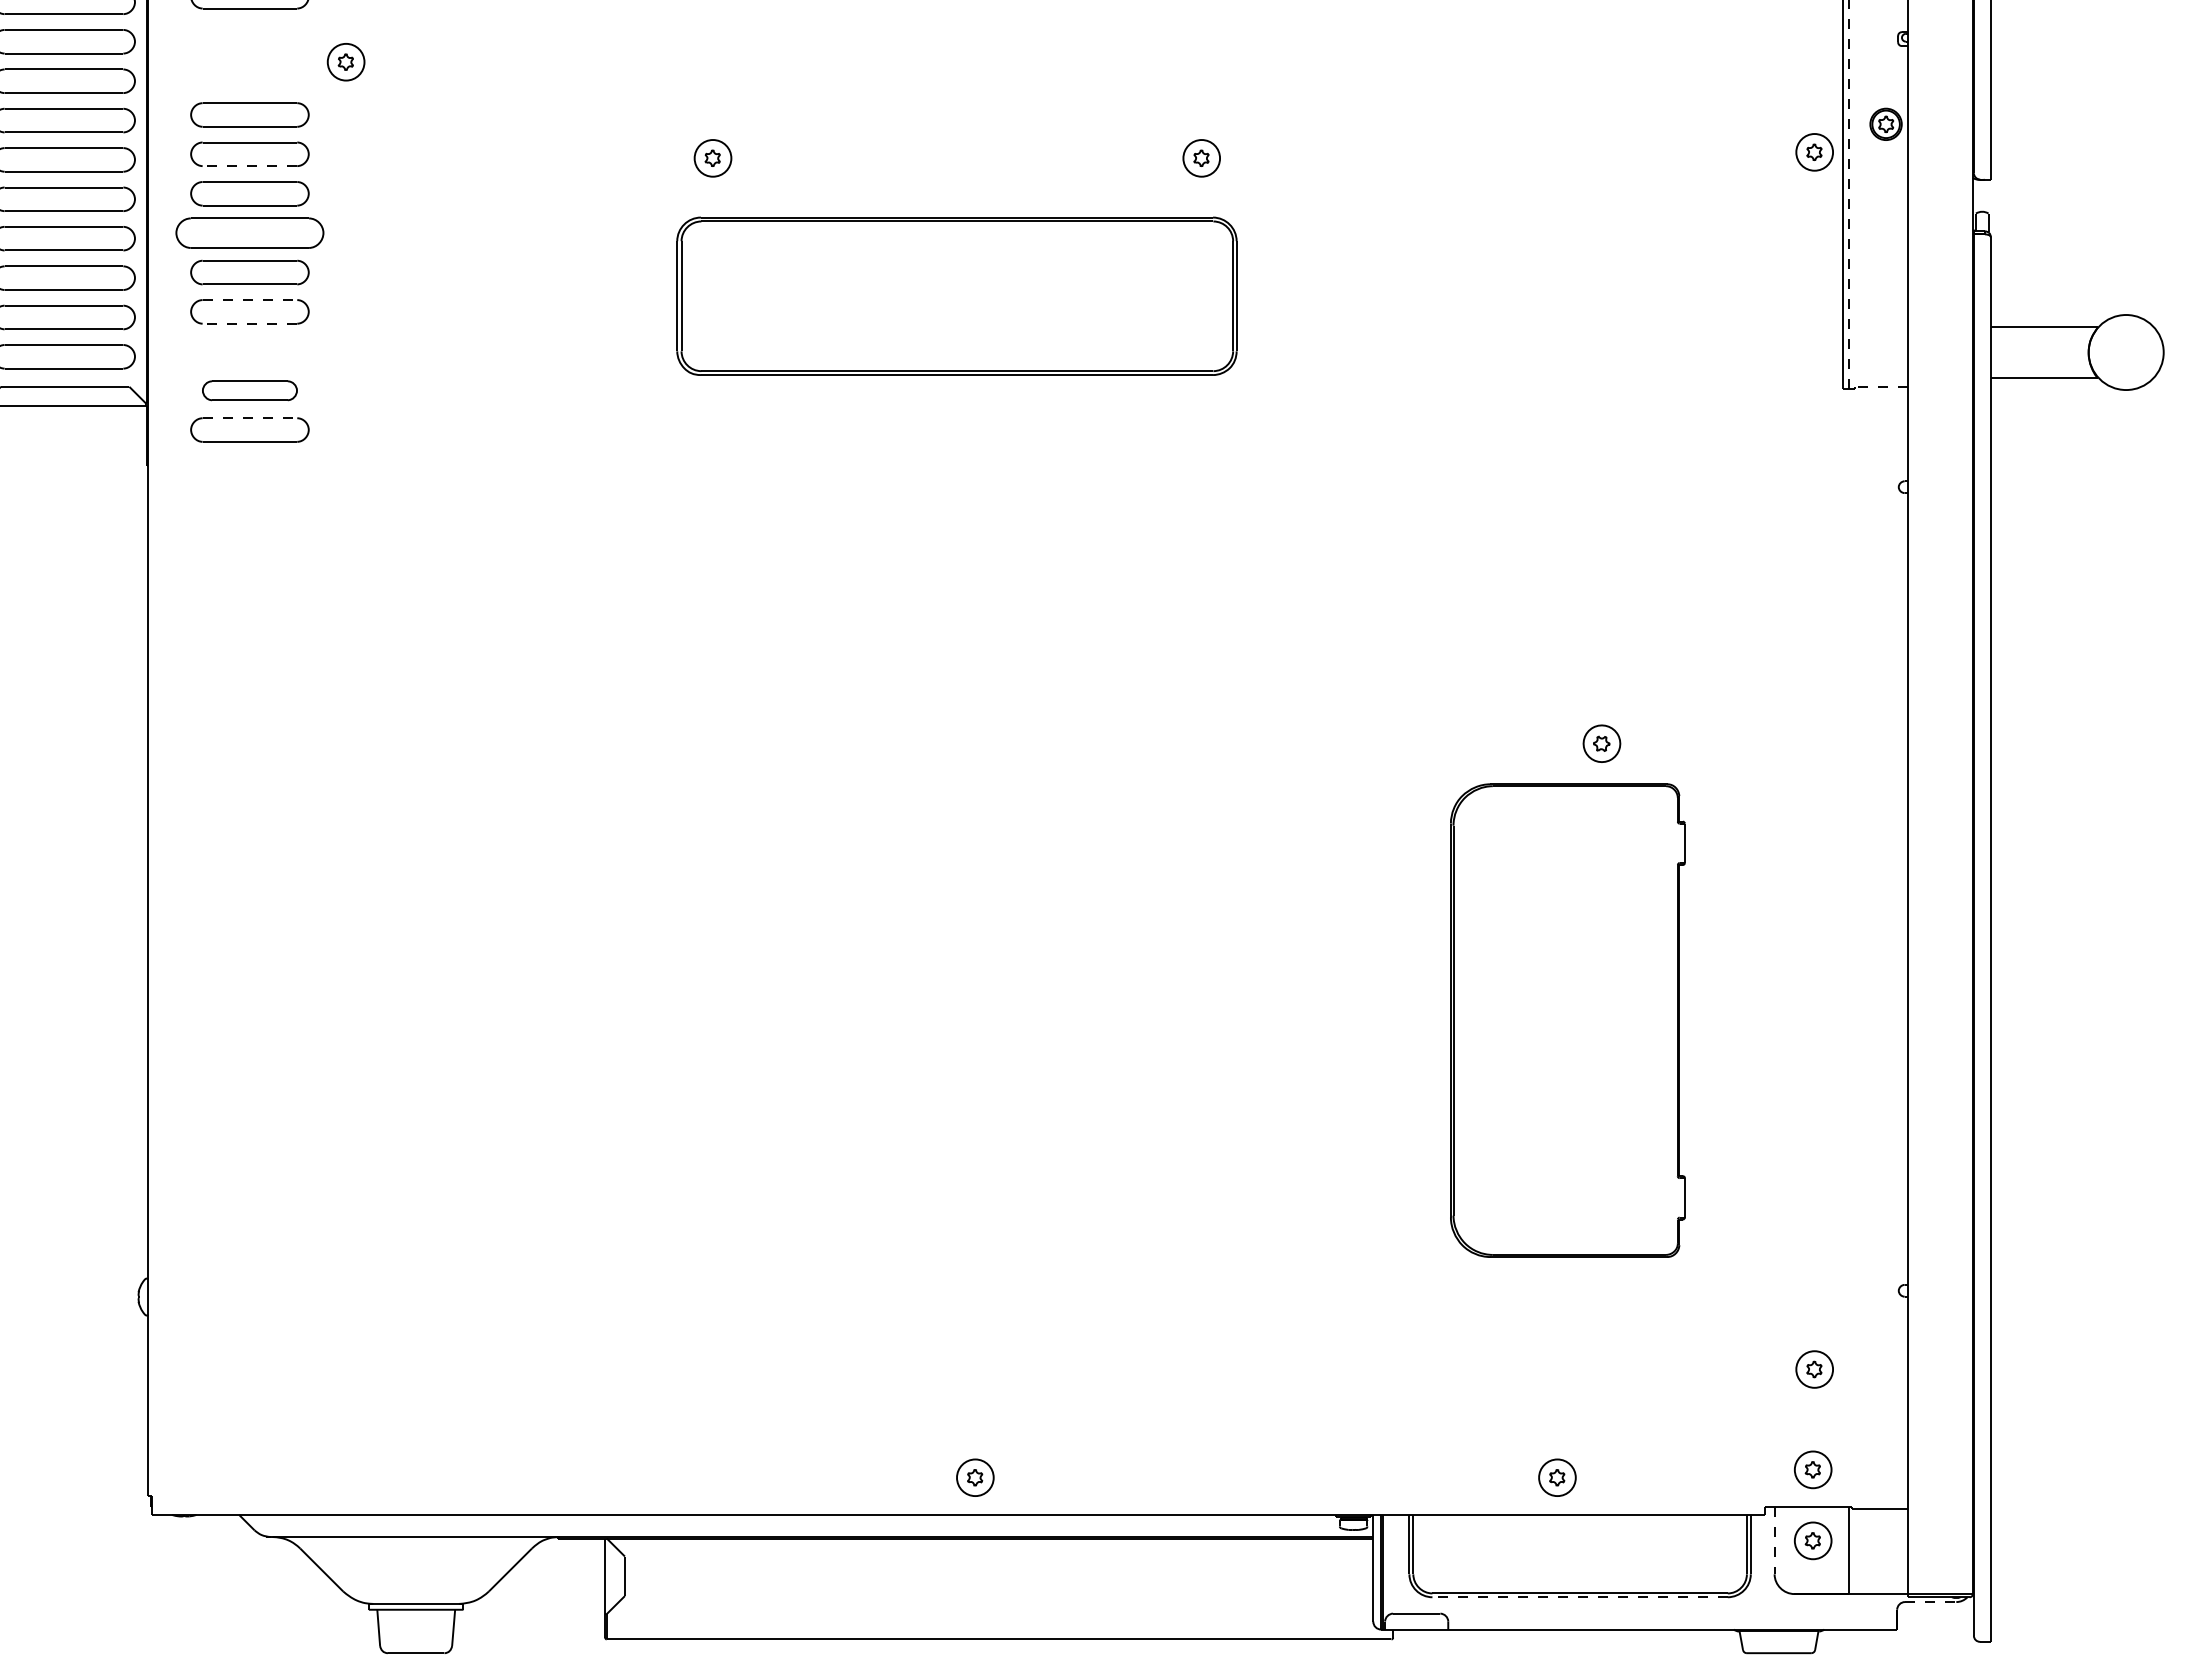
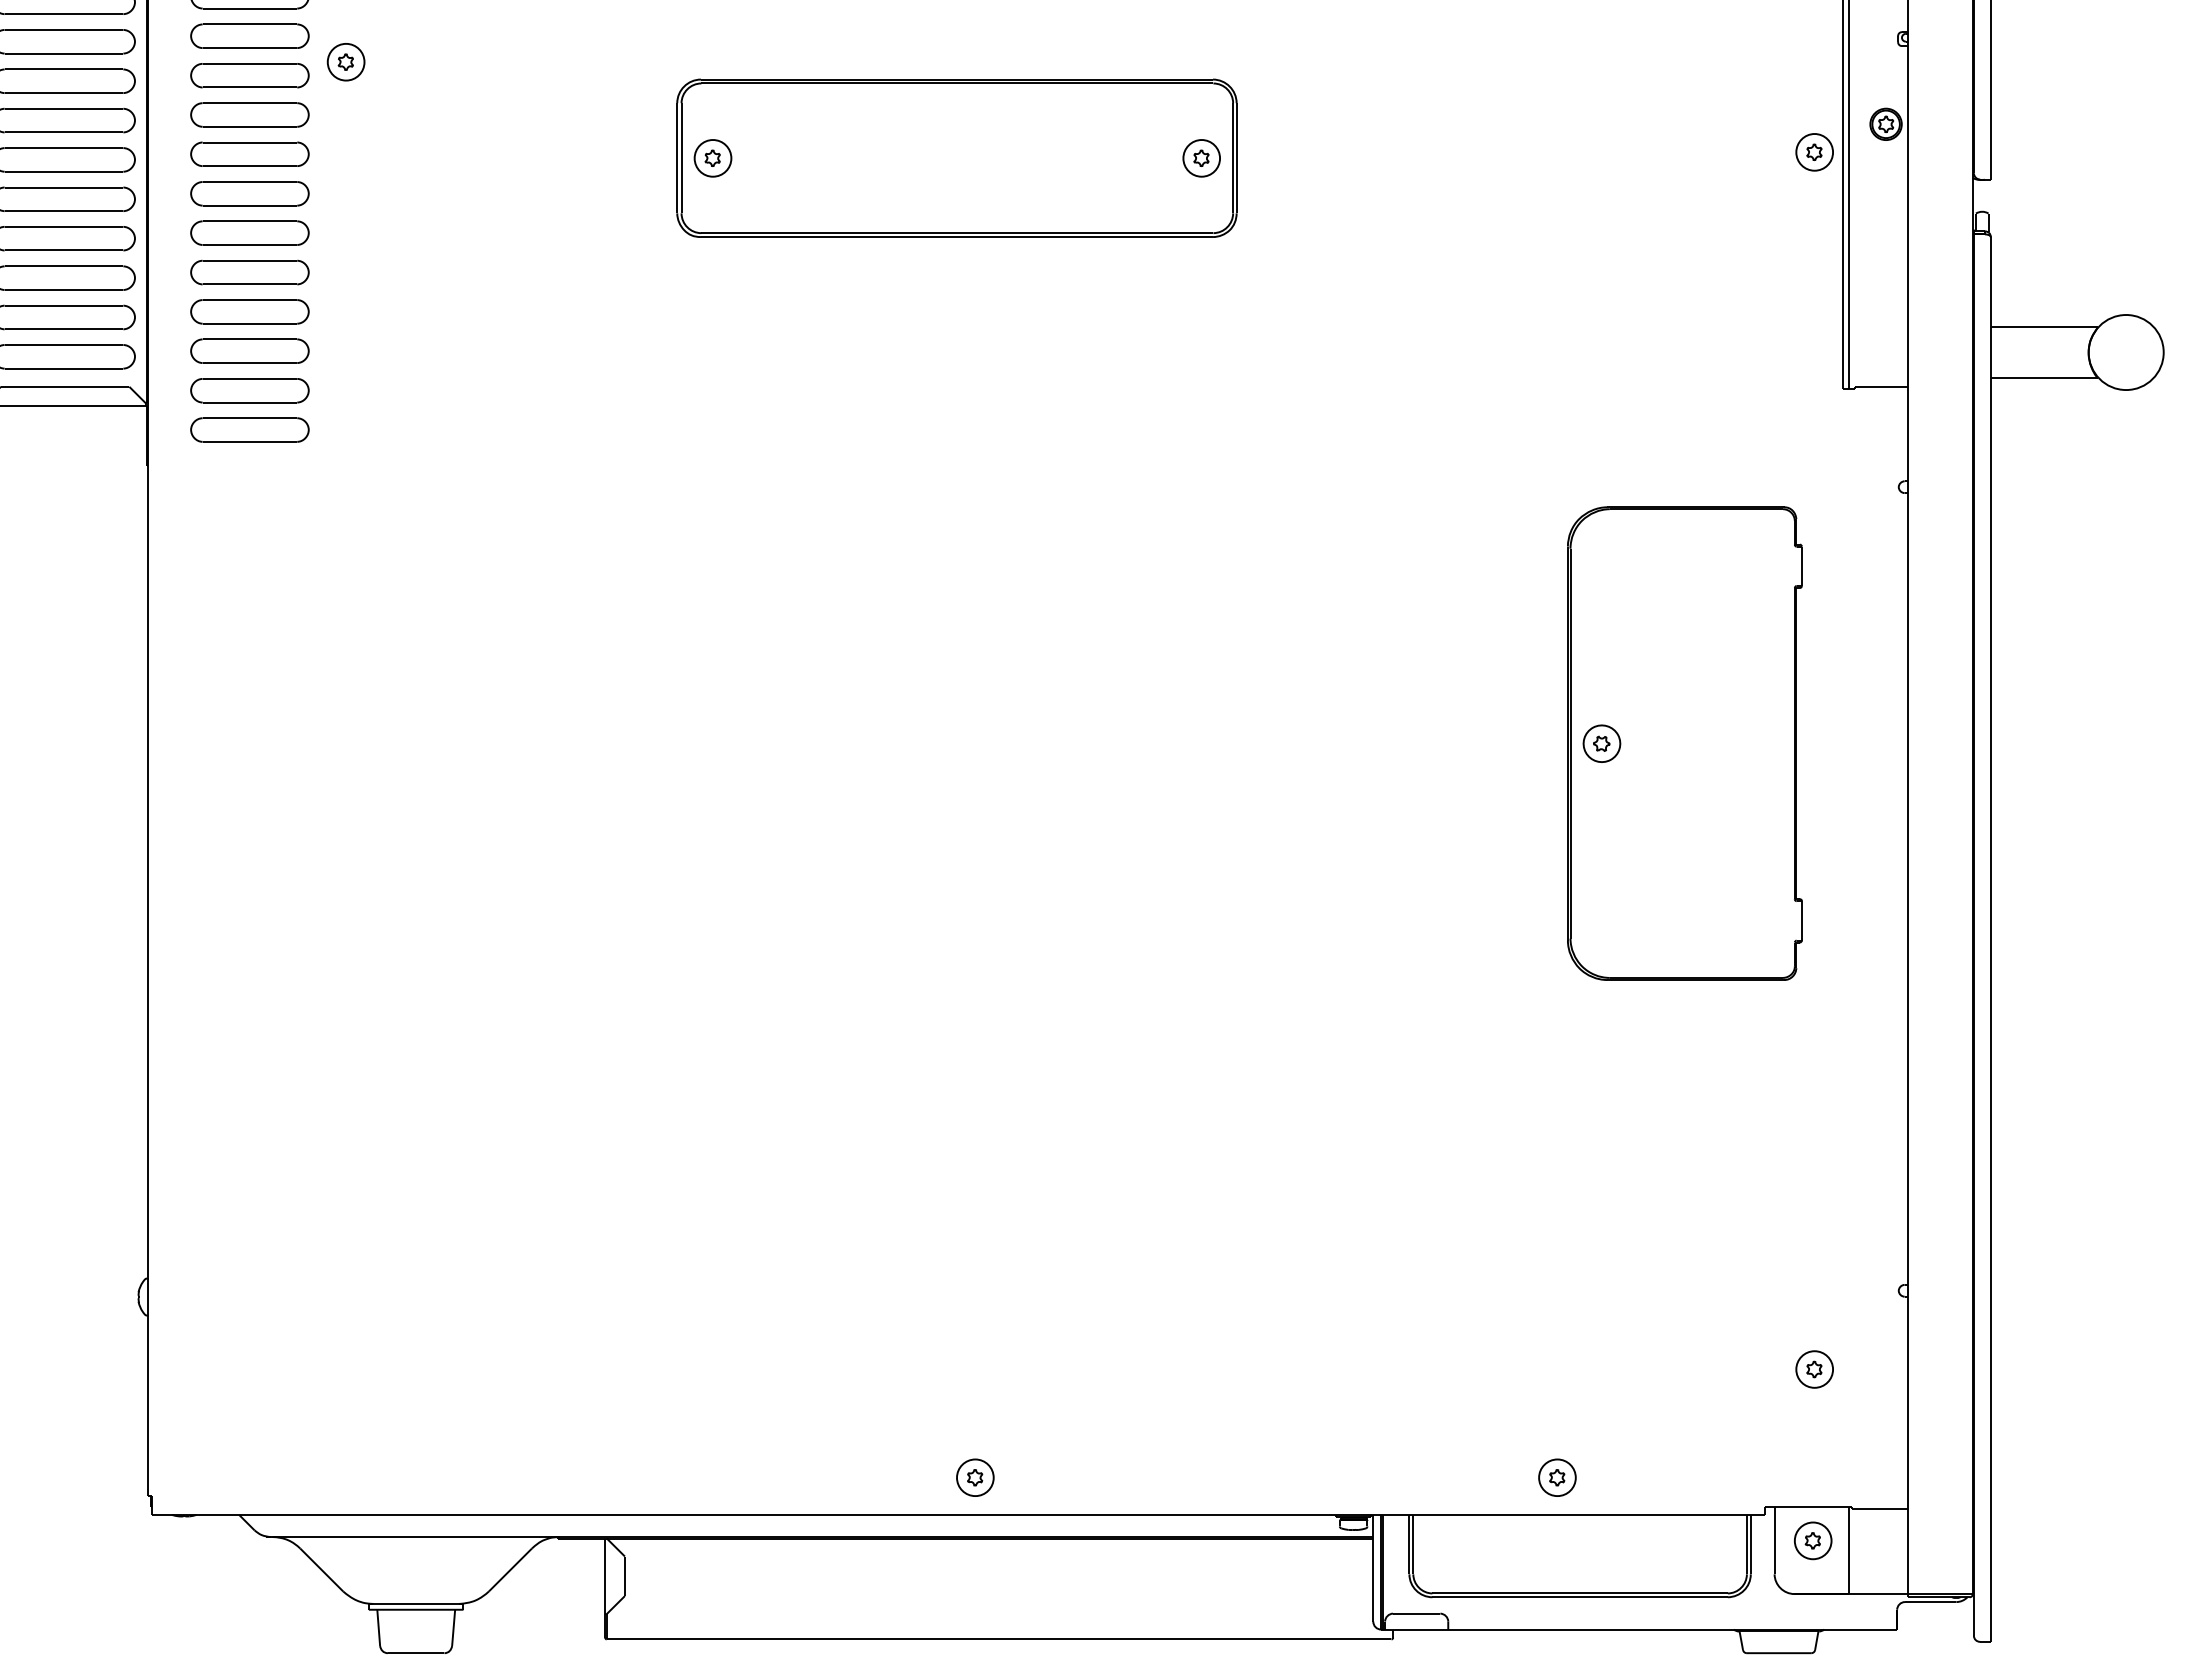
part at (249, 35): none -> present
part at (249, 75): none -> present
line at (249, 166): dashed -> solid
line at (1849, 193): dashed -> solid
part at (249, 232) size: 150x32 px -> 120x26 px
part at (956, 295) position: (956, 295) -> (956, 157)
line at (250, 300): dashed -> solid
line at (249, 323): dashed -> solid
part at (249, 350): none -> present
line at (1881, 386): dashed -> solid
part at (249, 390) size: 96x22 px -> 120x26 px
line at (250, 418): dashed -> solid
part at (1567, 1020) position: (1567, 1020) -> (1684, 743)
part at (1813, 1469): present -> none
line at (1774, 1540): dashed -> solid
line at (1580, 1597): dashed -> solid
line at (1930, 1602): dashed -> solid
